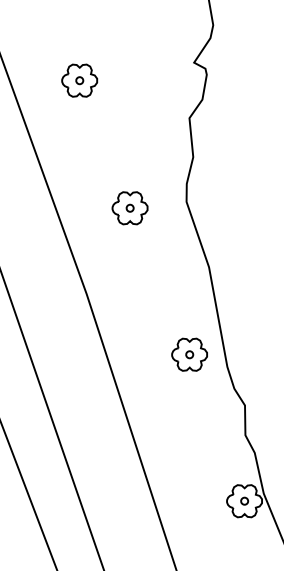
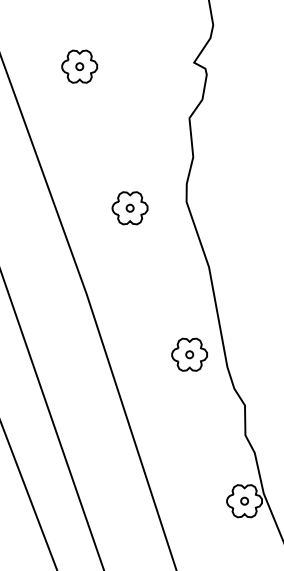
part at (79, 80) position: (79, 80) -> (79, 66)
